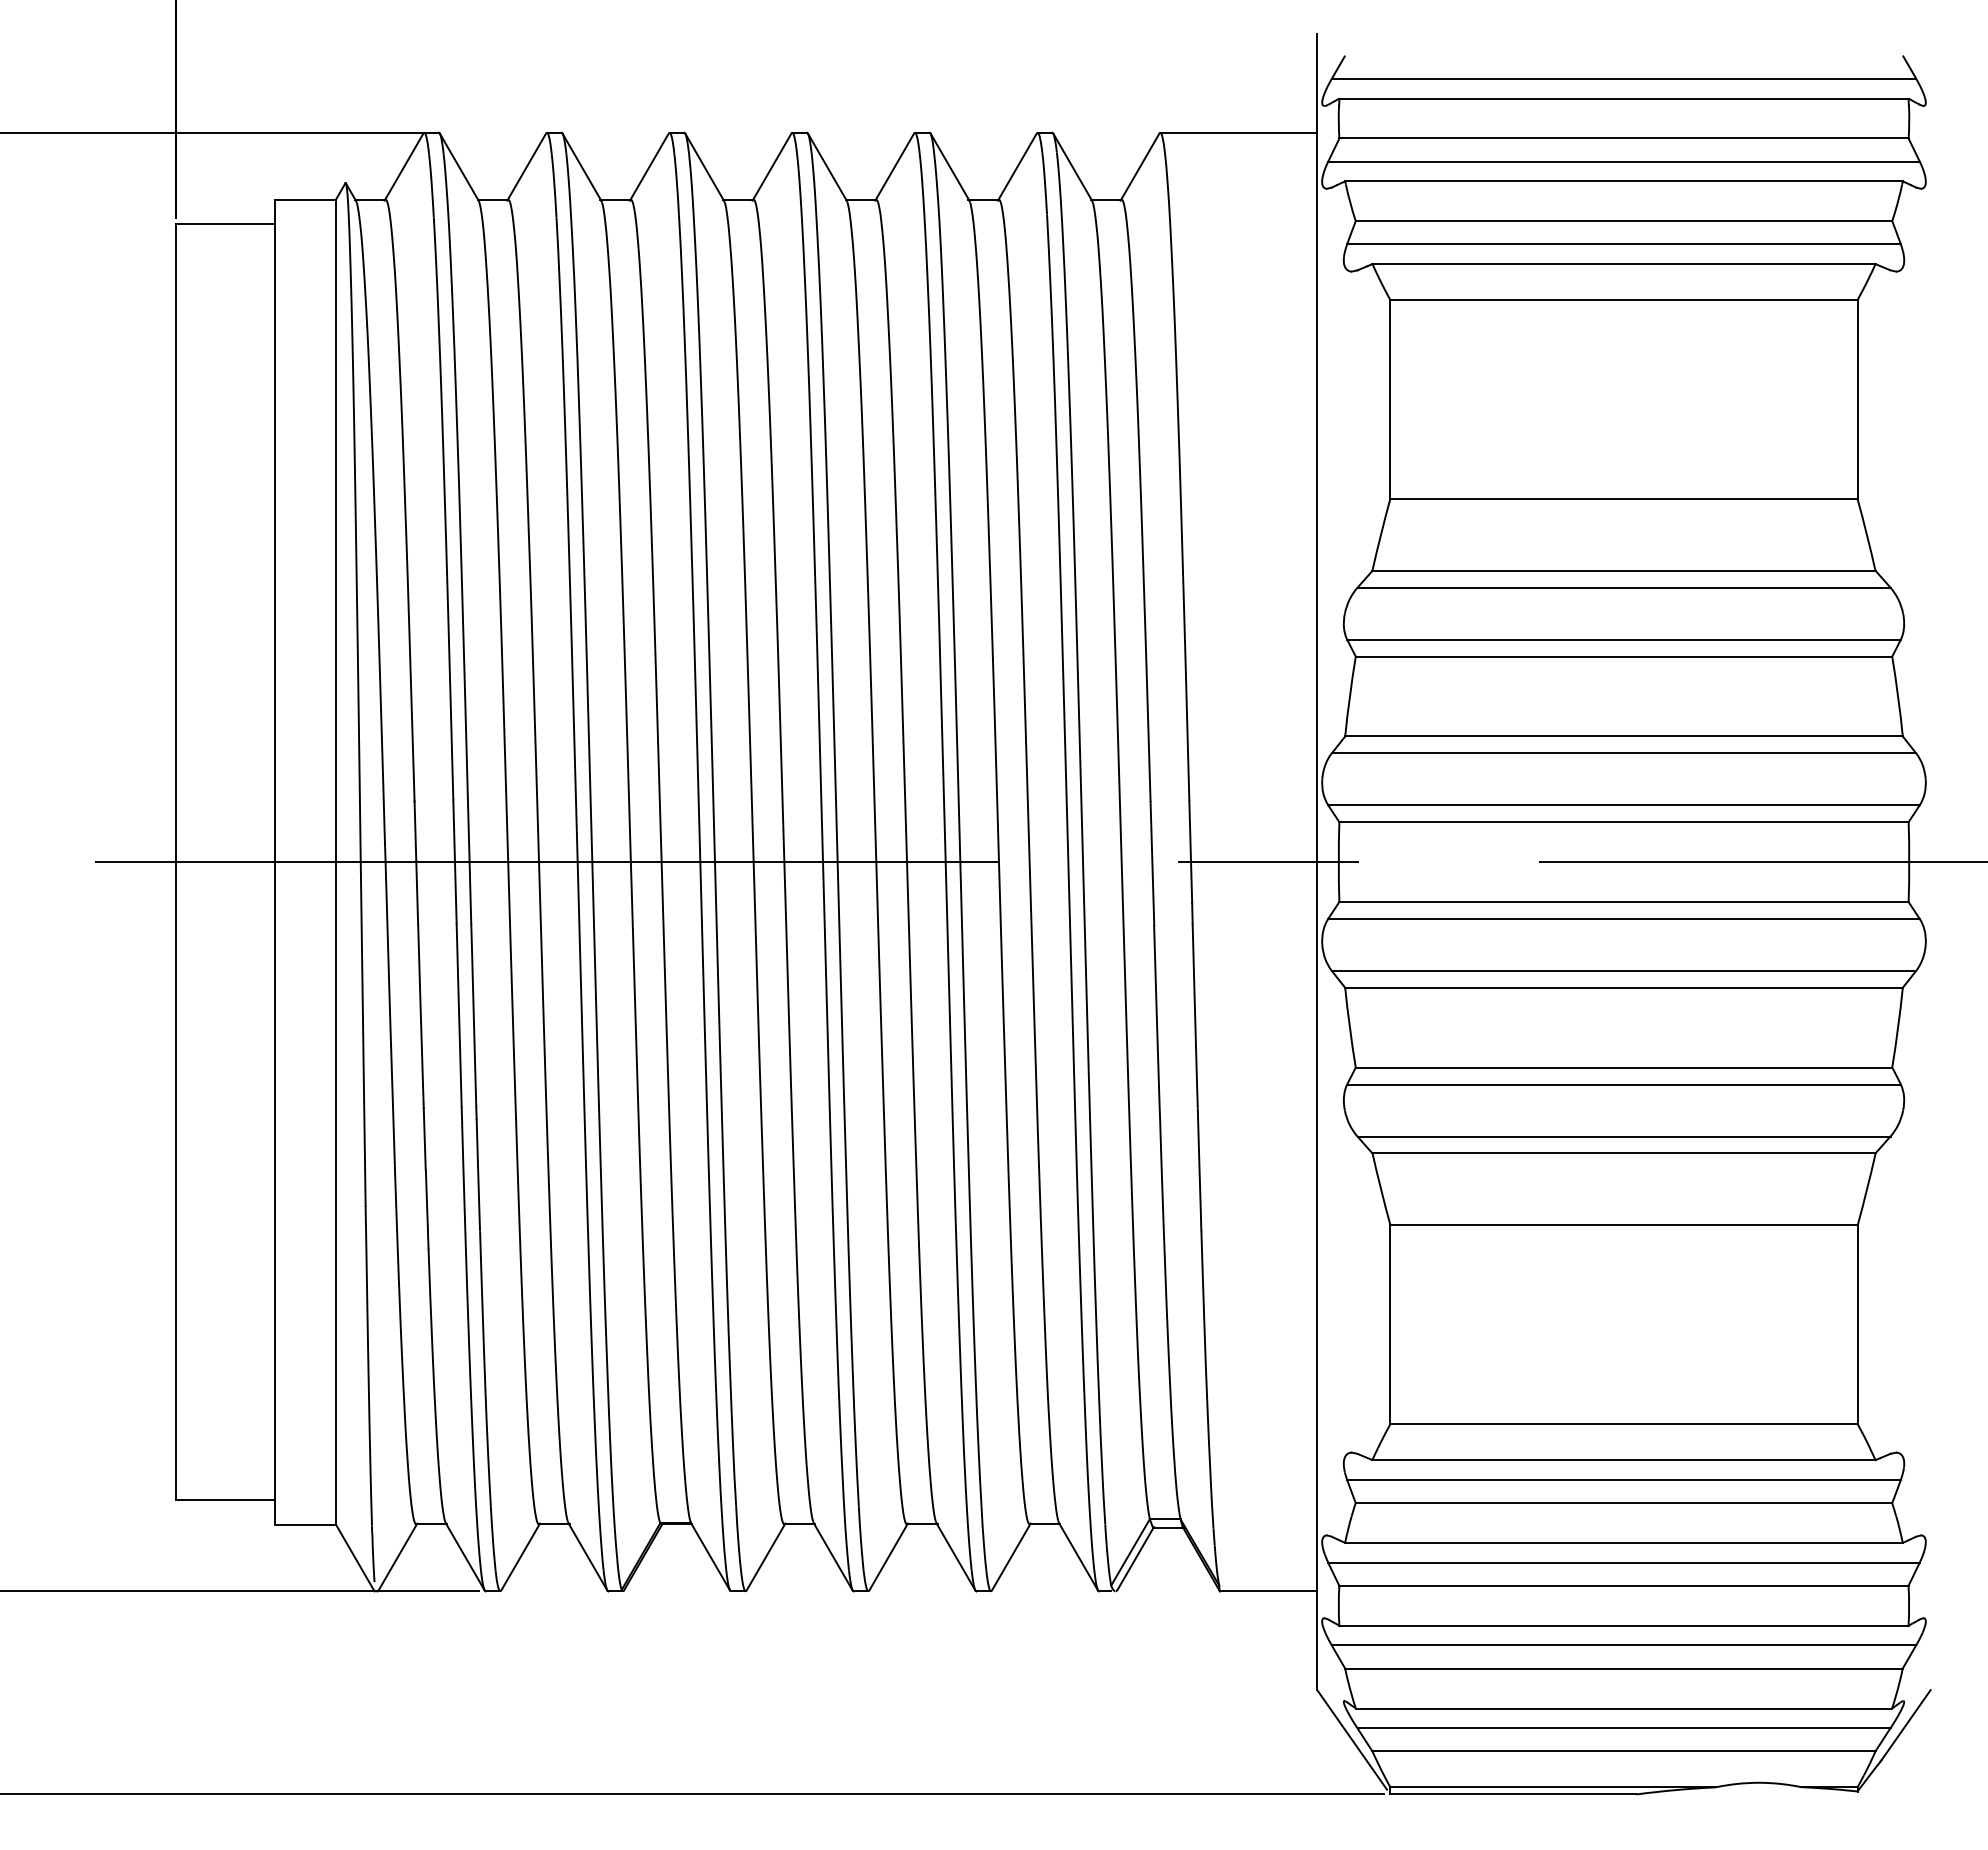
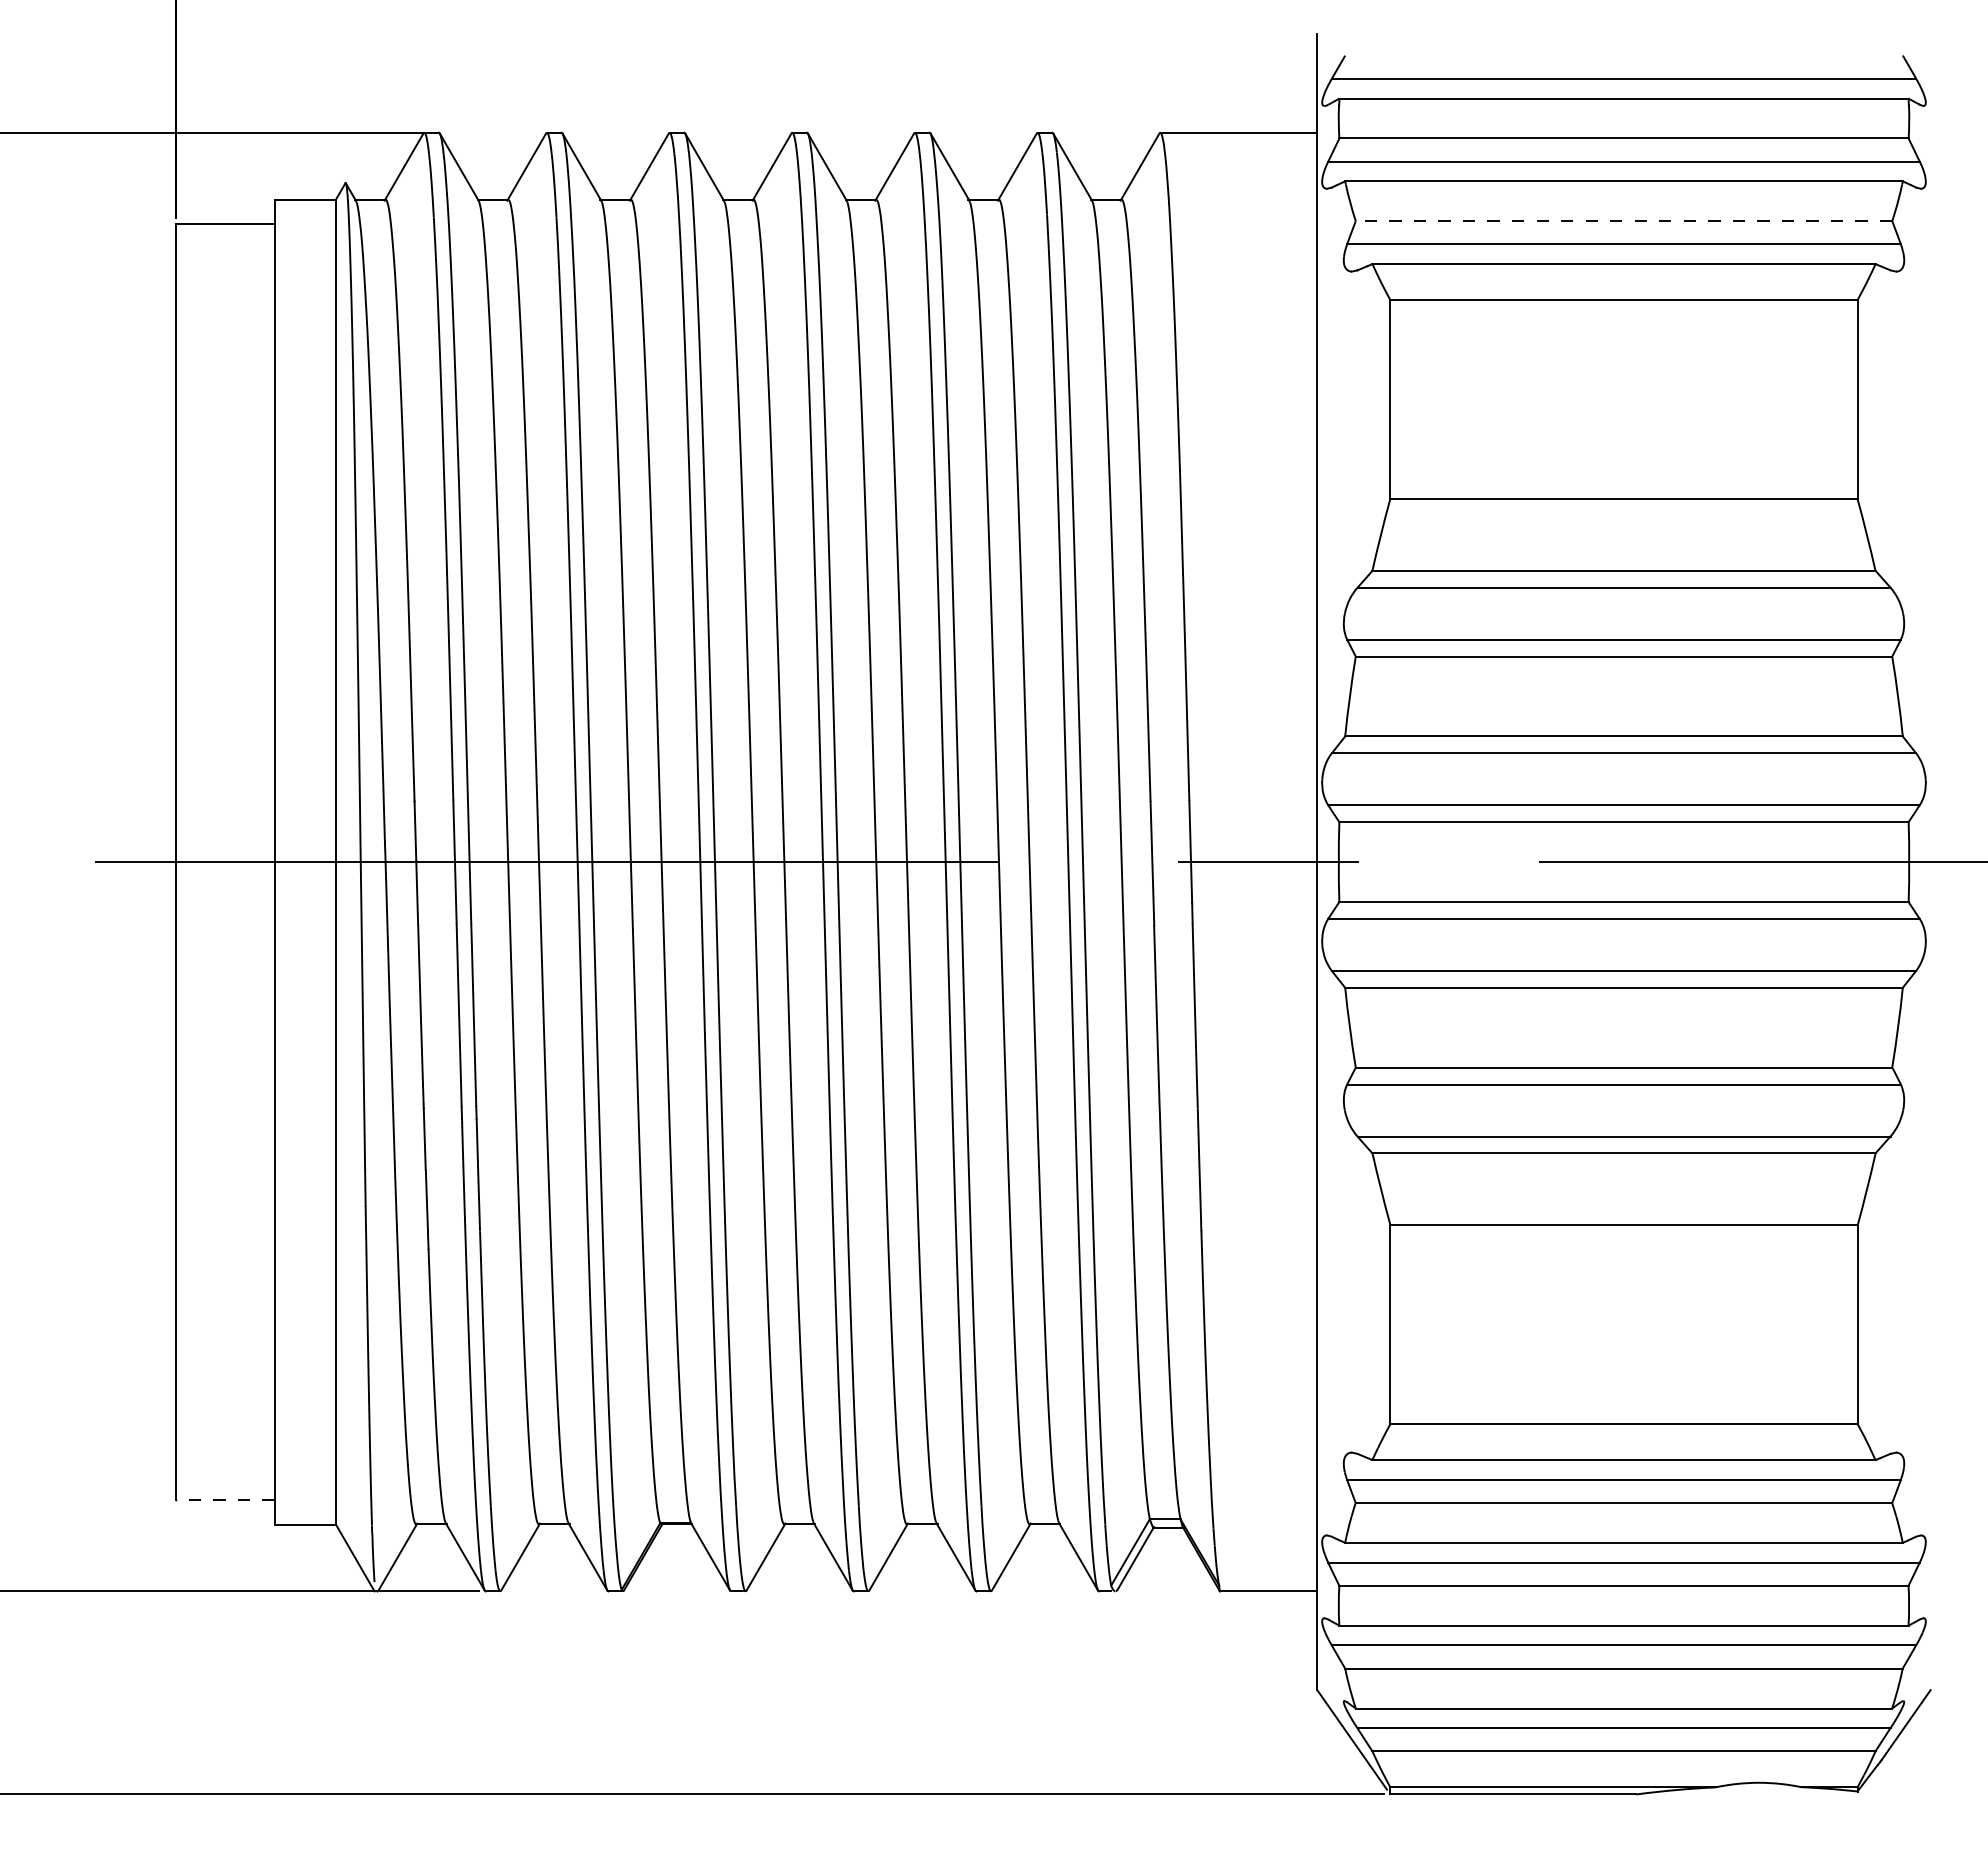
line at (1623, 221): solid -> dashed
line at (225, 1499): solid -> dashed
